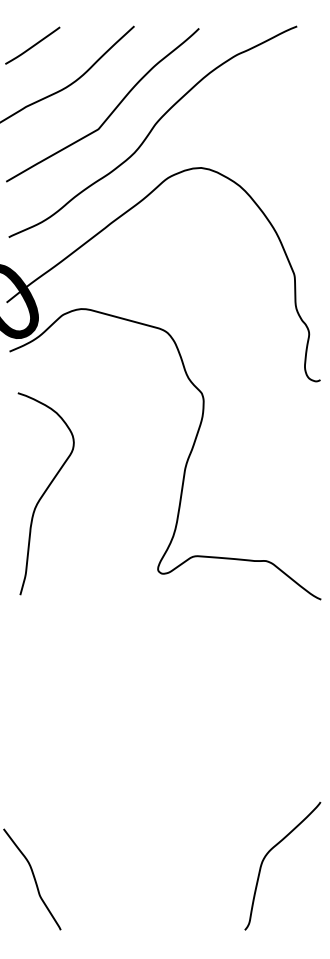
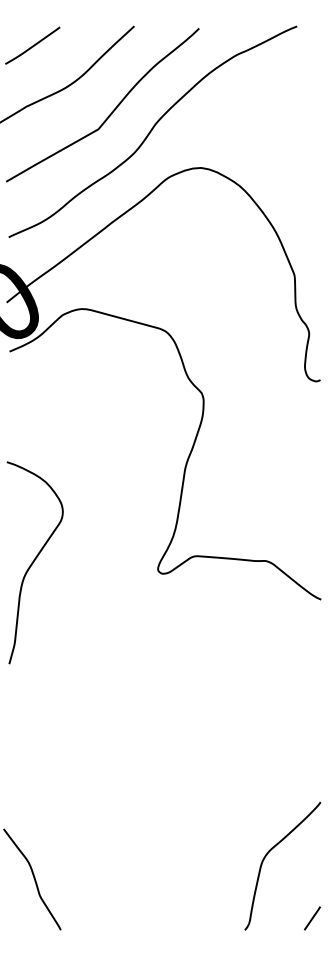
curve at (45, 493) position: (45, 493) -> (34, 562)
line at (311, 918): none -> present
